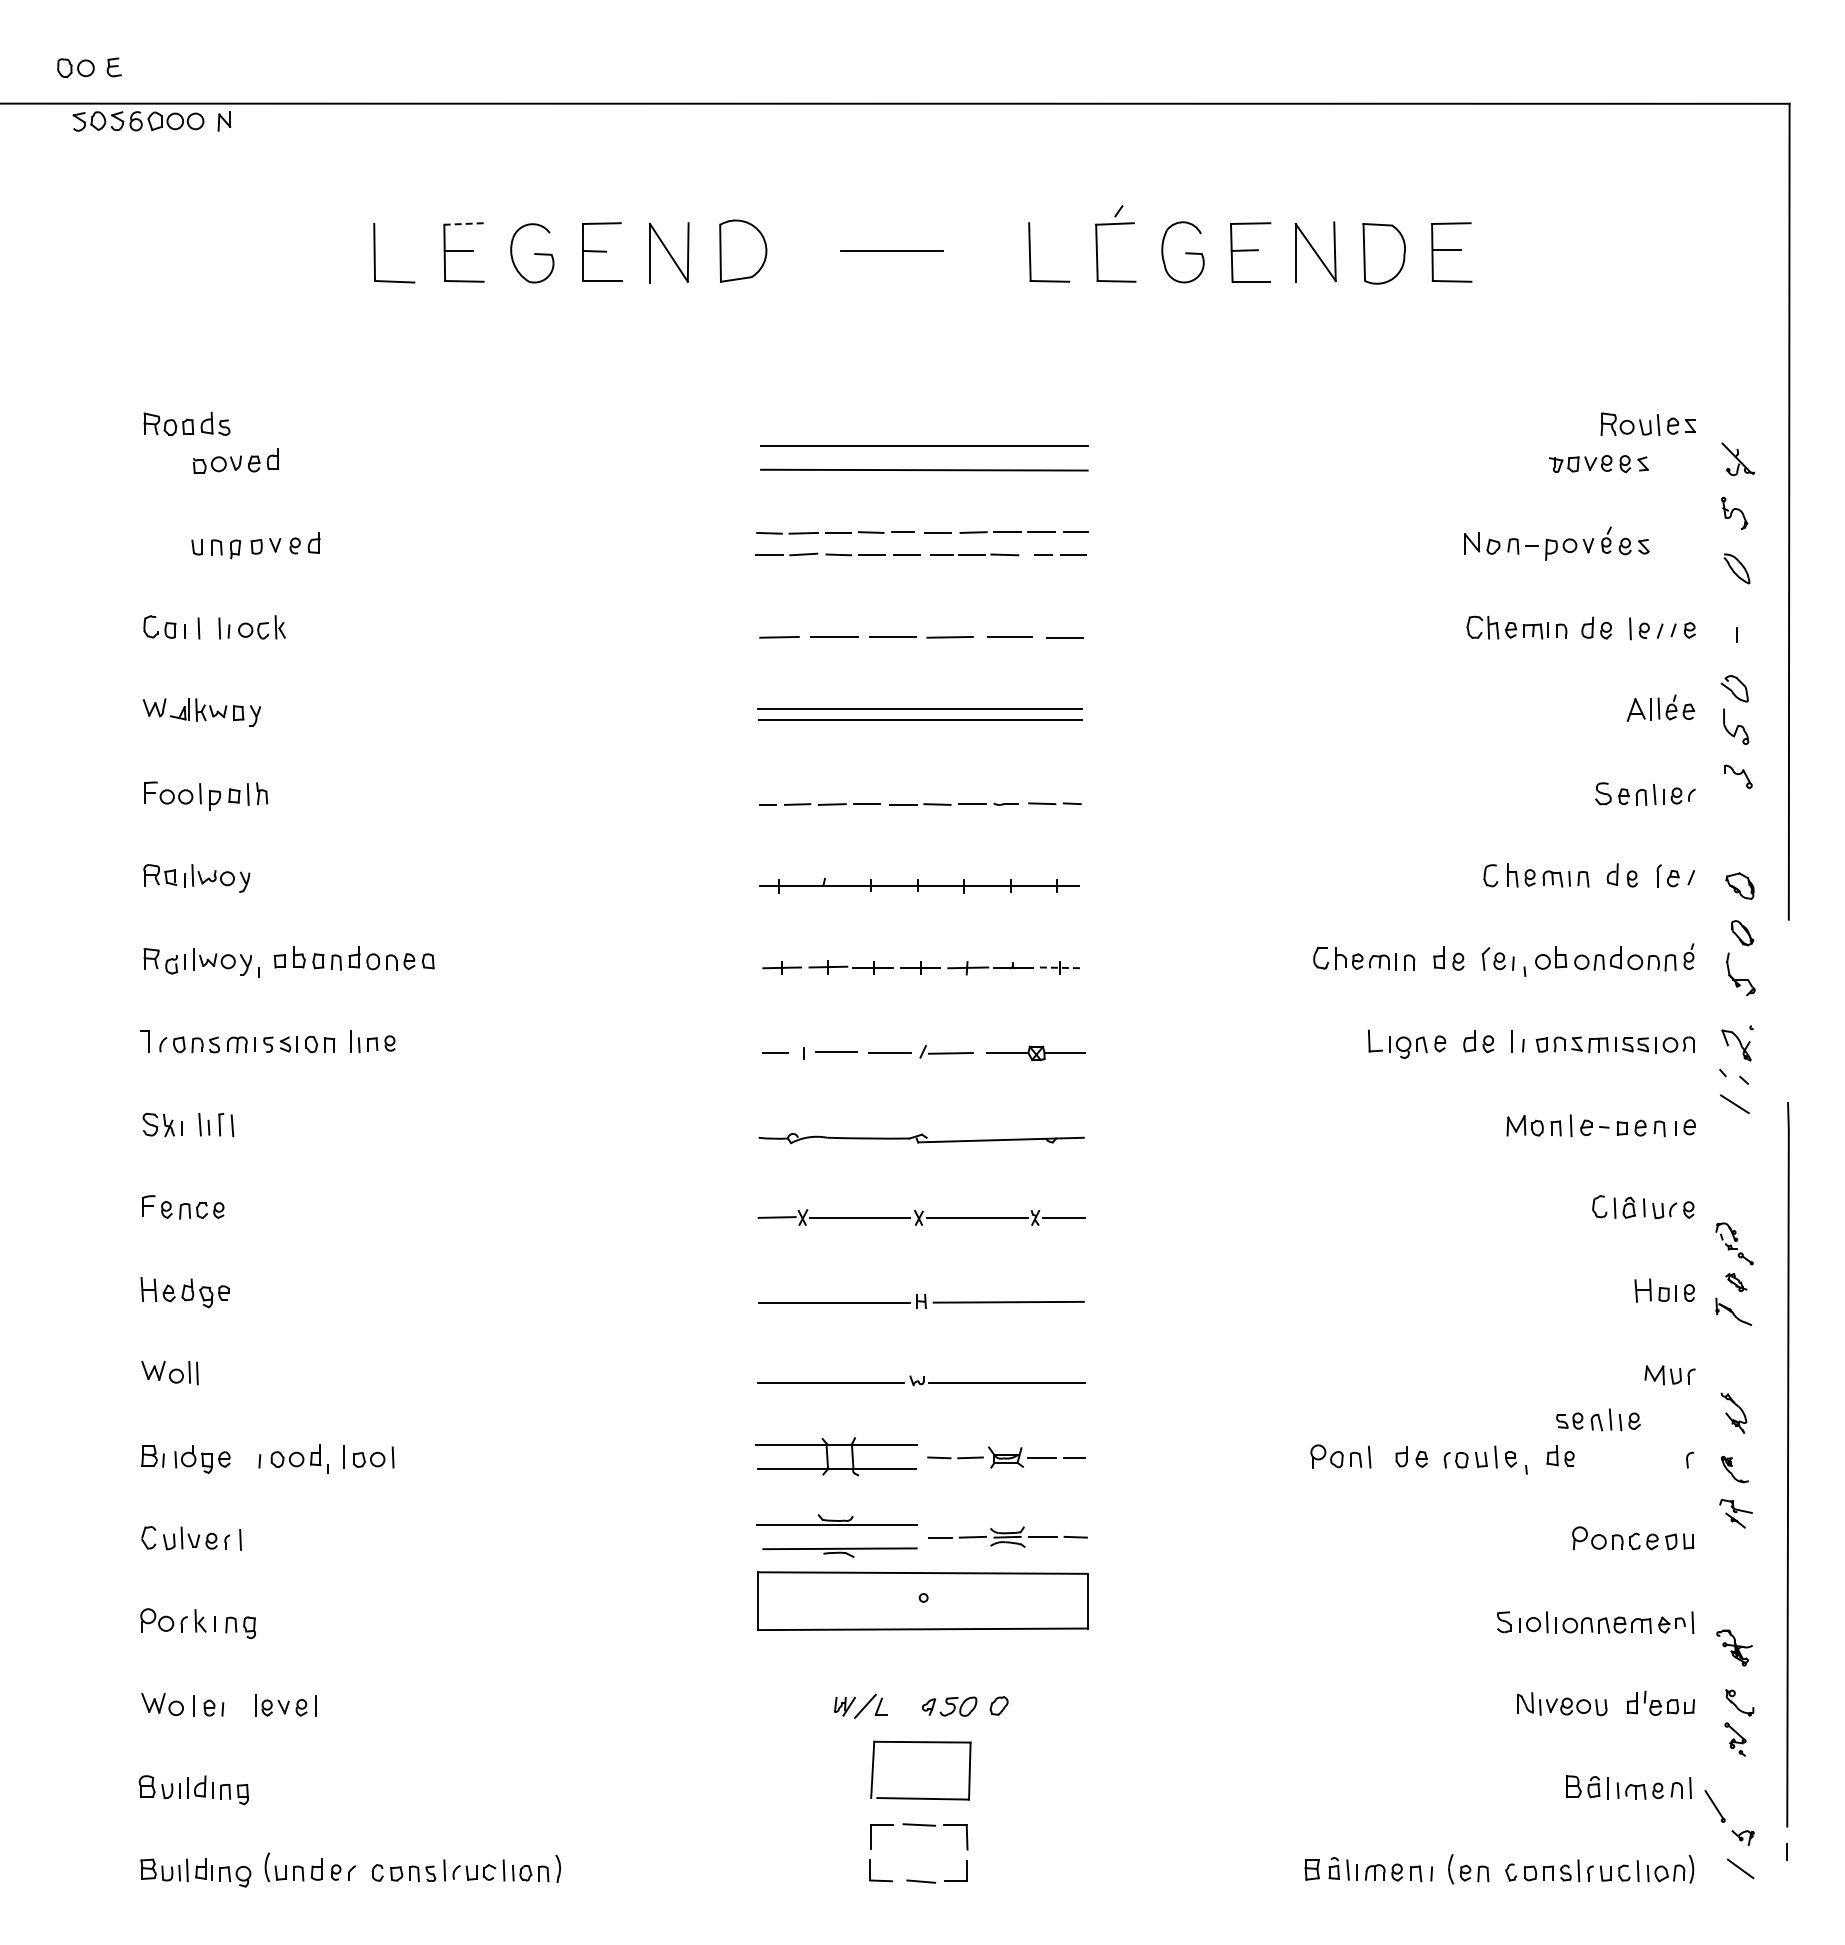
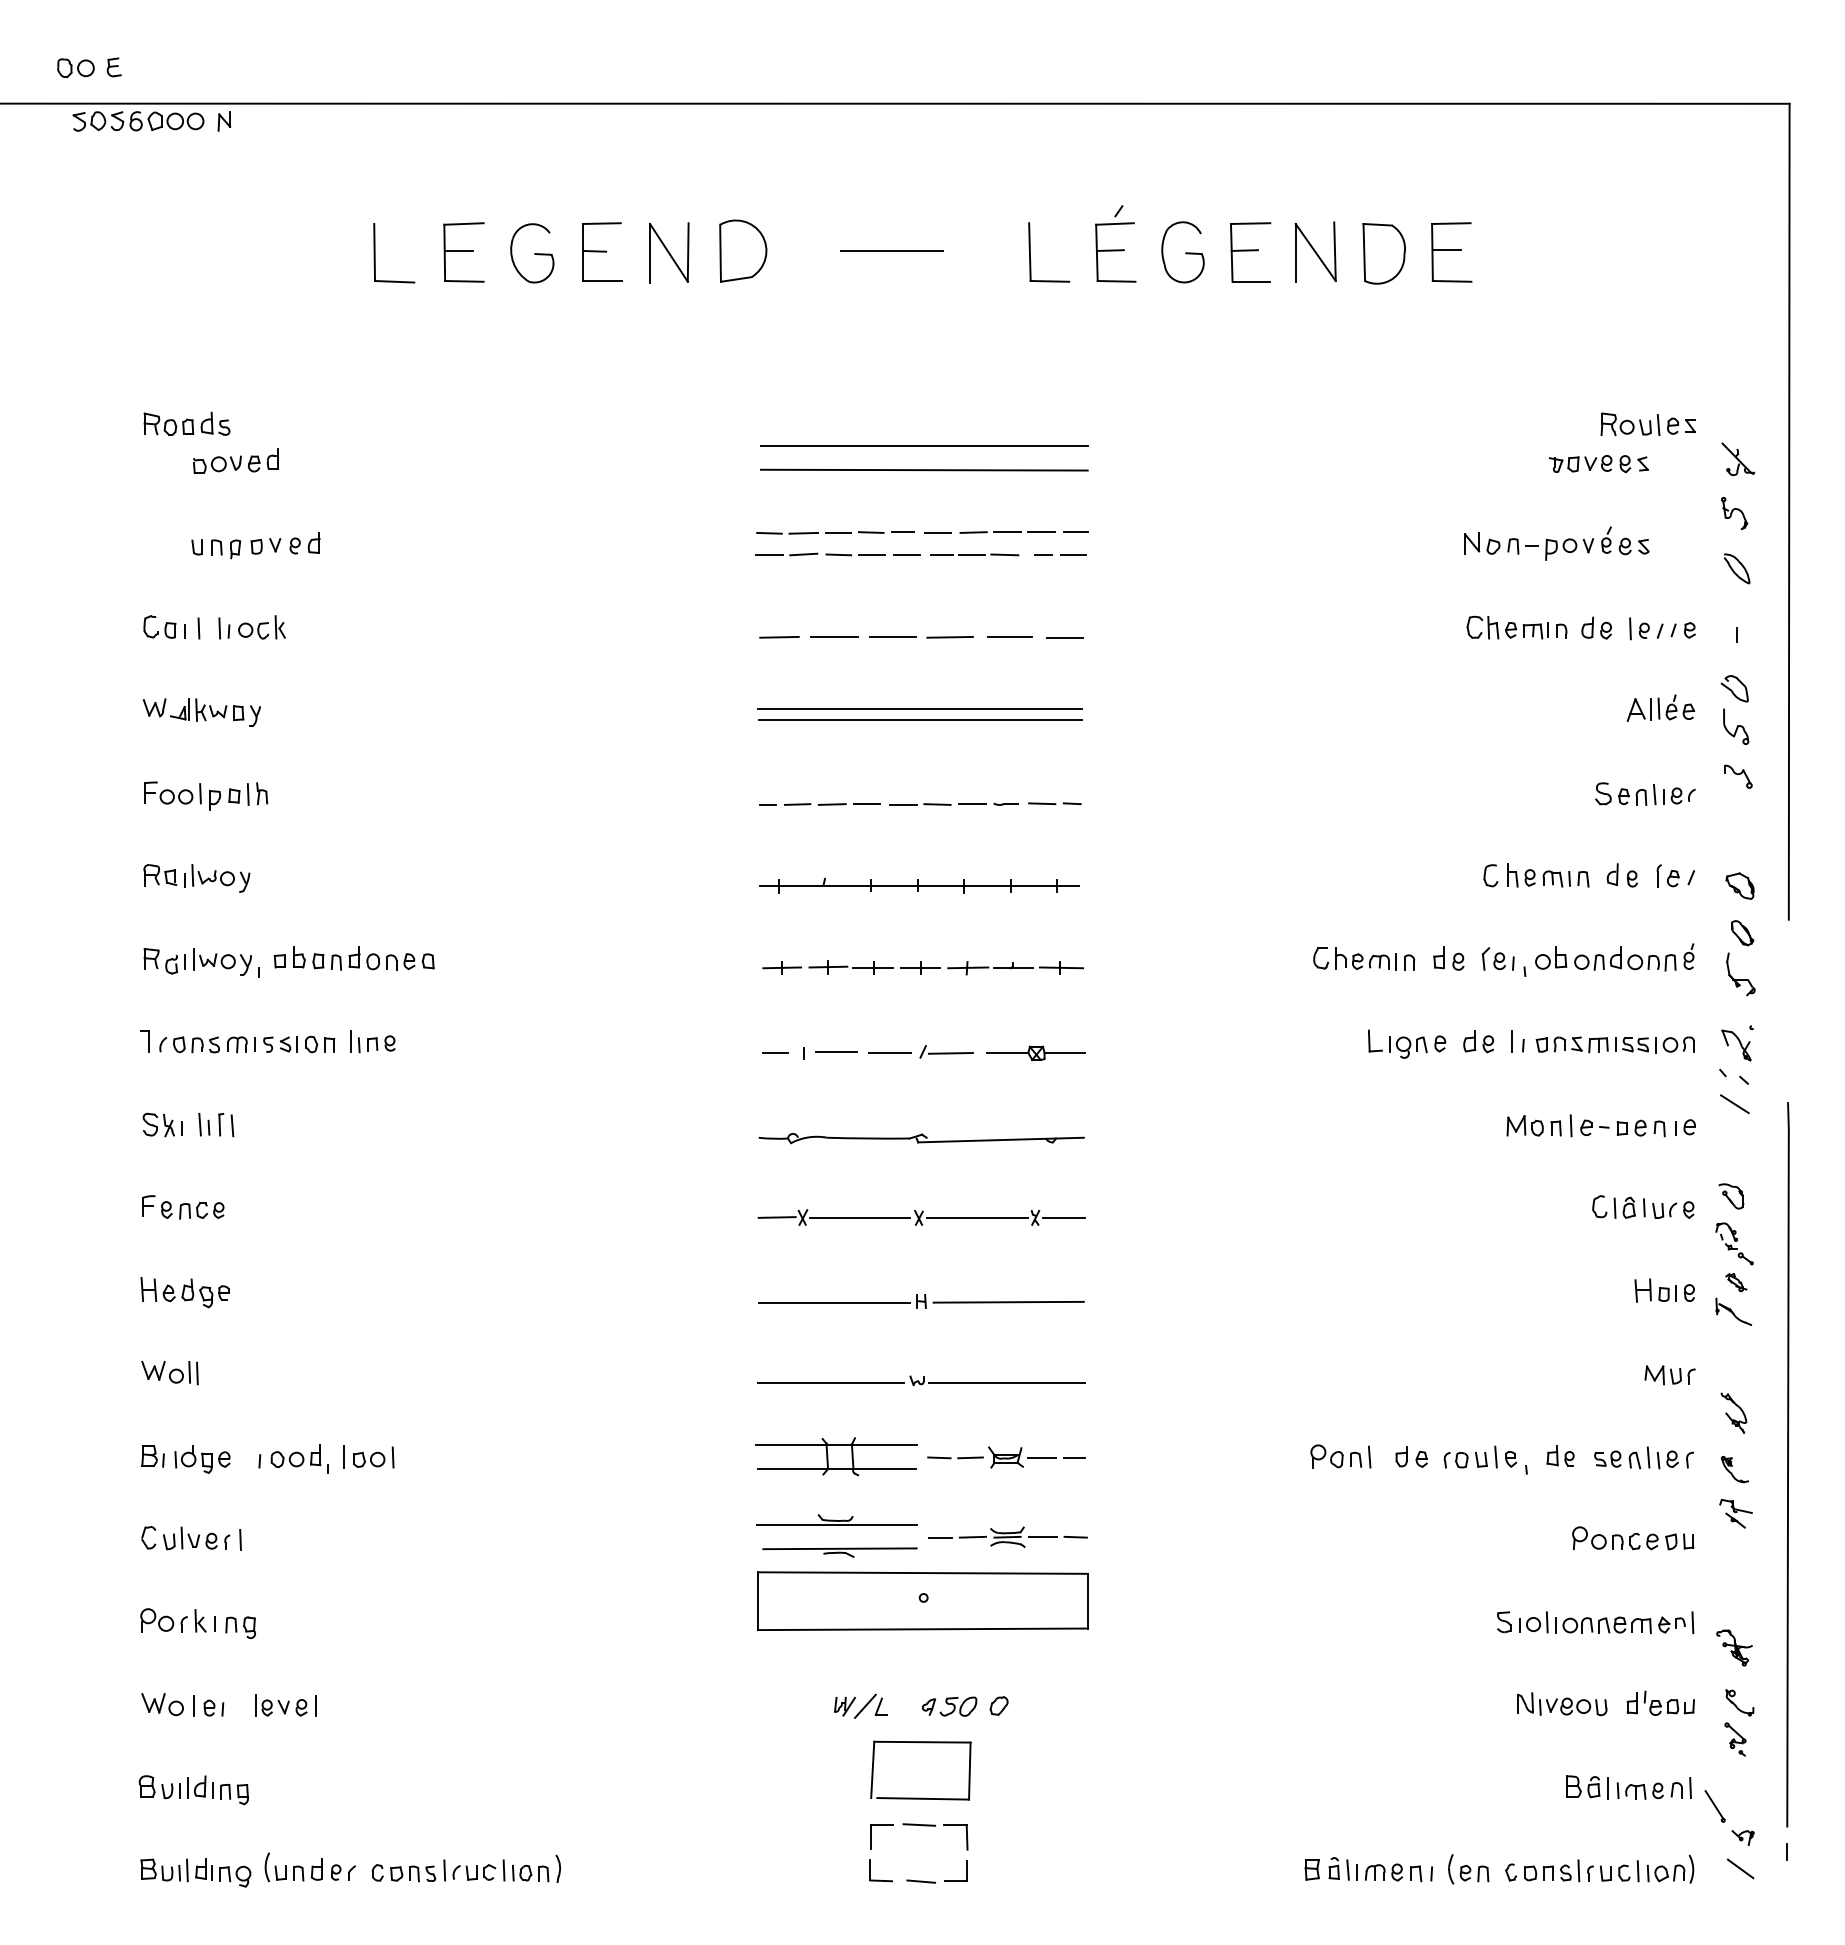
line at (464, 223): dashed -> solid
line at (1110, 250): none -> present
line at (1061, 967): dashed -> solid
part at (1731, 1196): none -> present
part at (1598, 1419) position: (1598, 1419) -> (1636, 1457)
